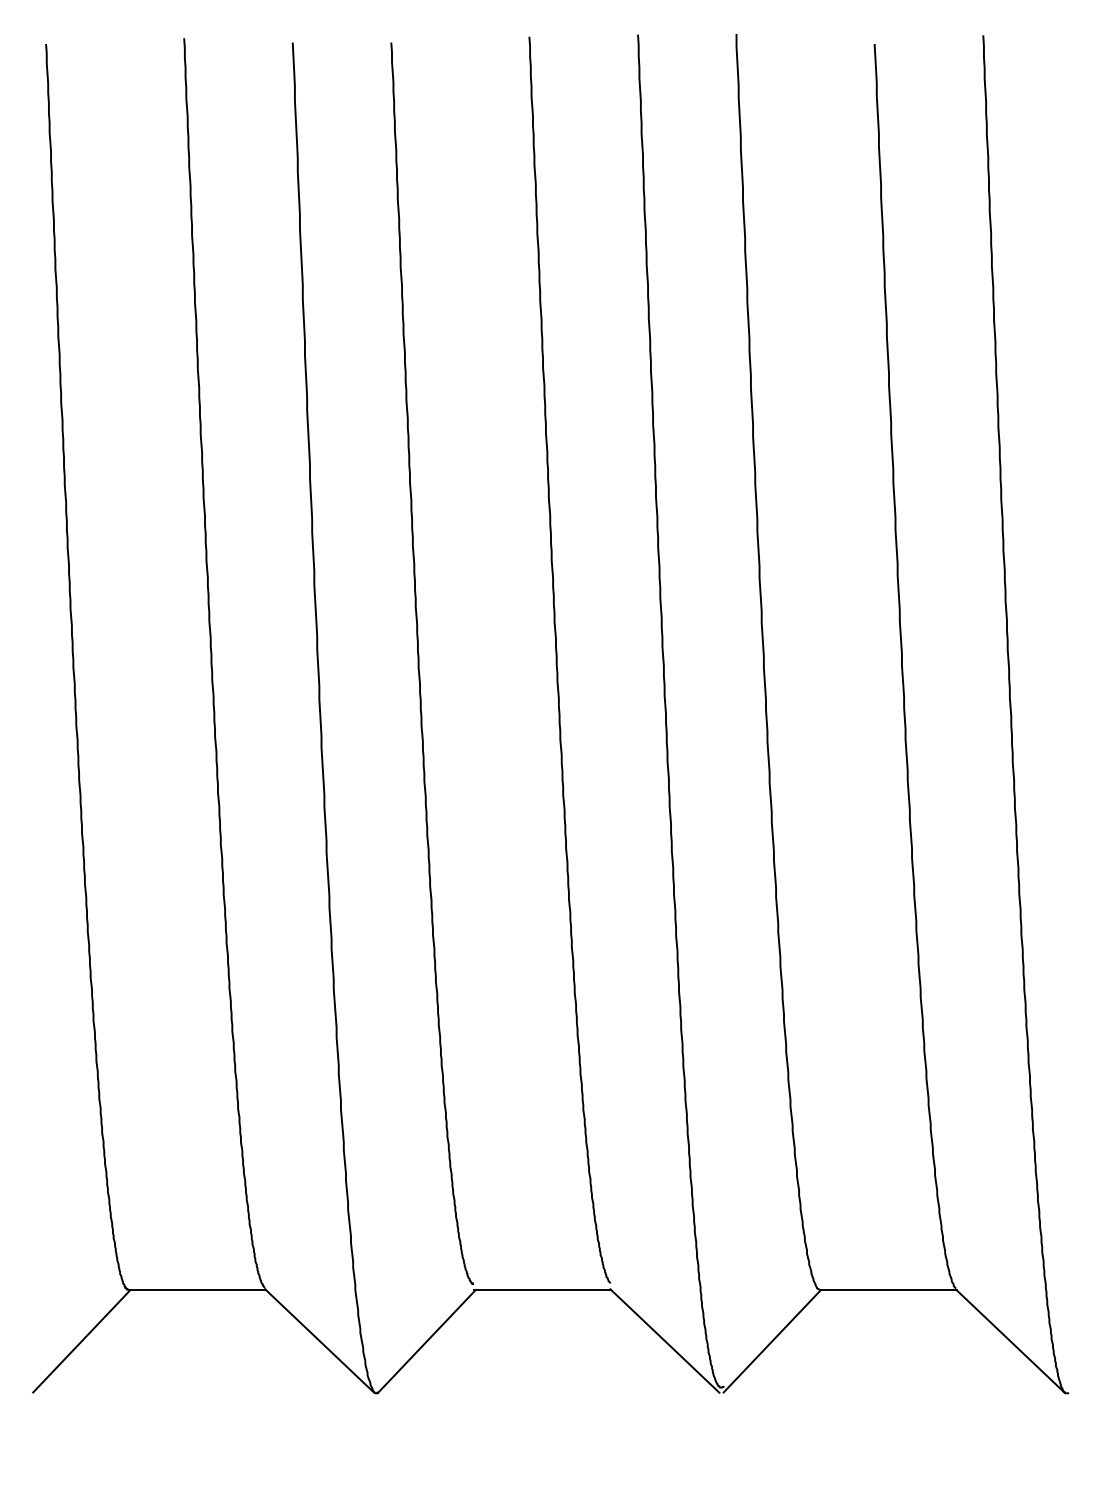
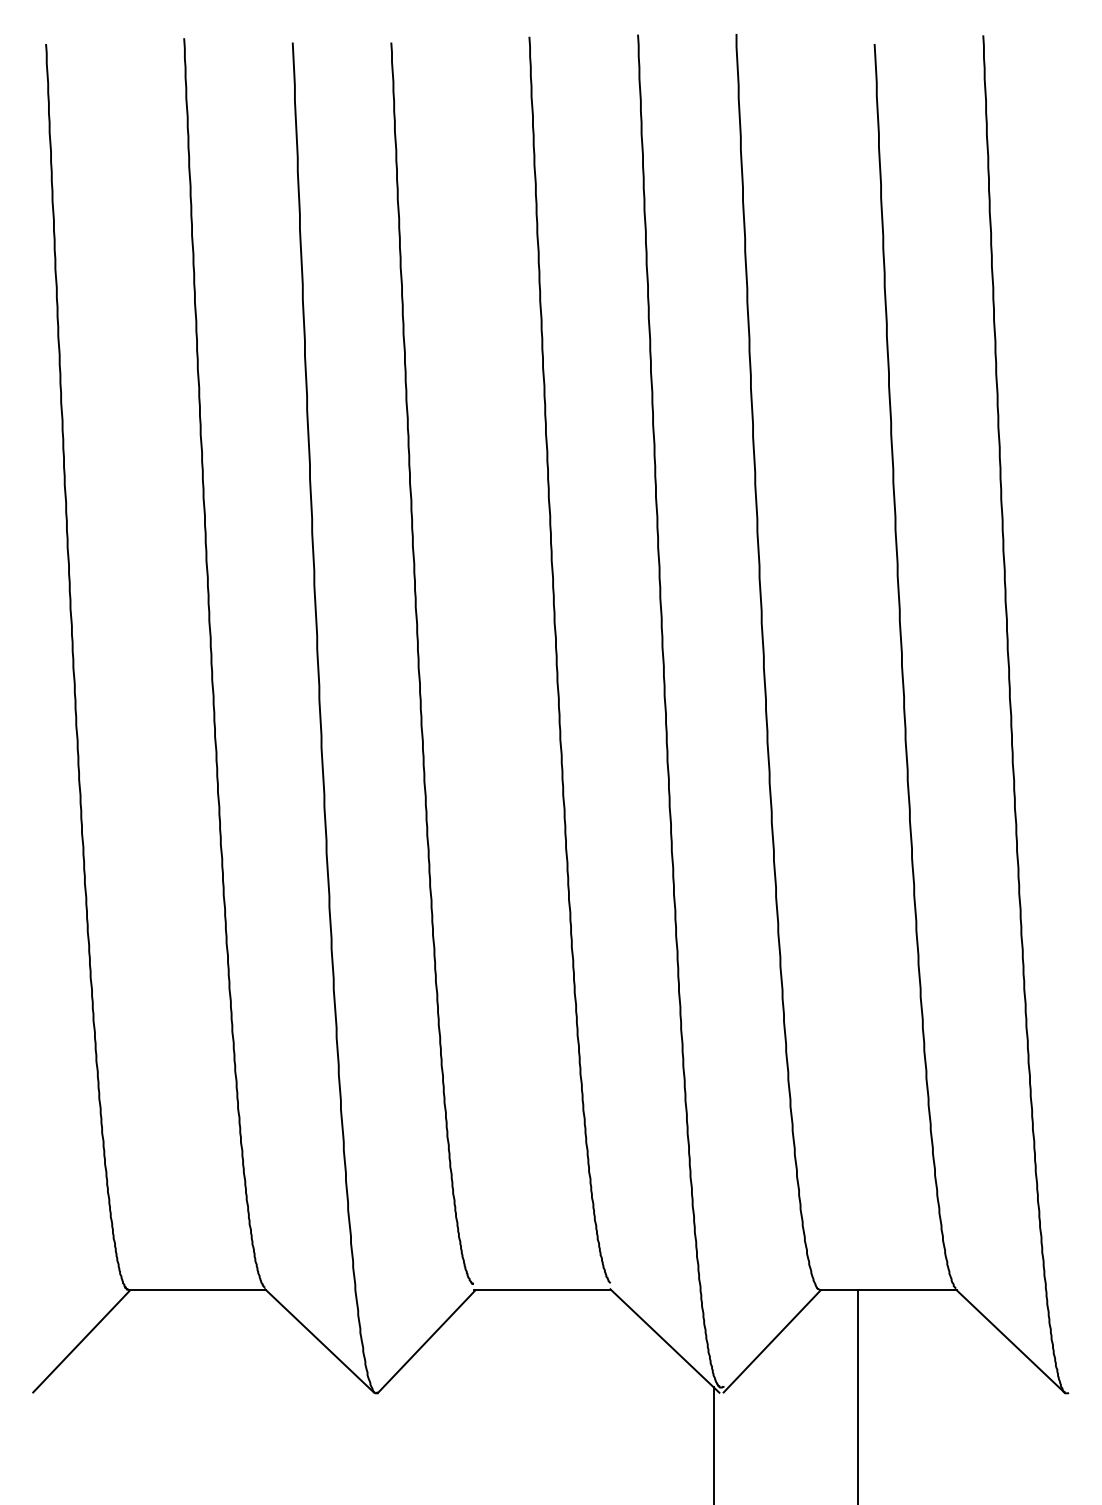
line at (857, 1395): none -> present
line at (713, 1444): none -> present
